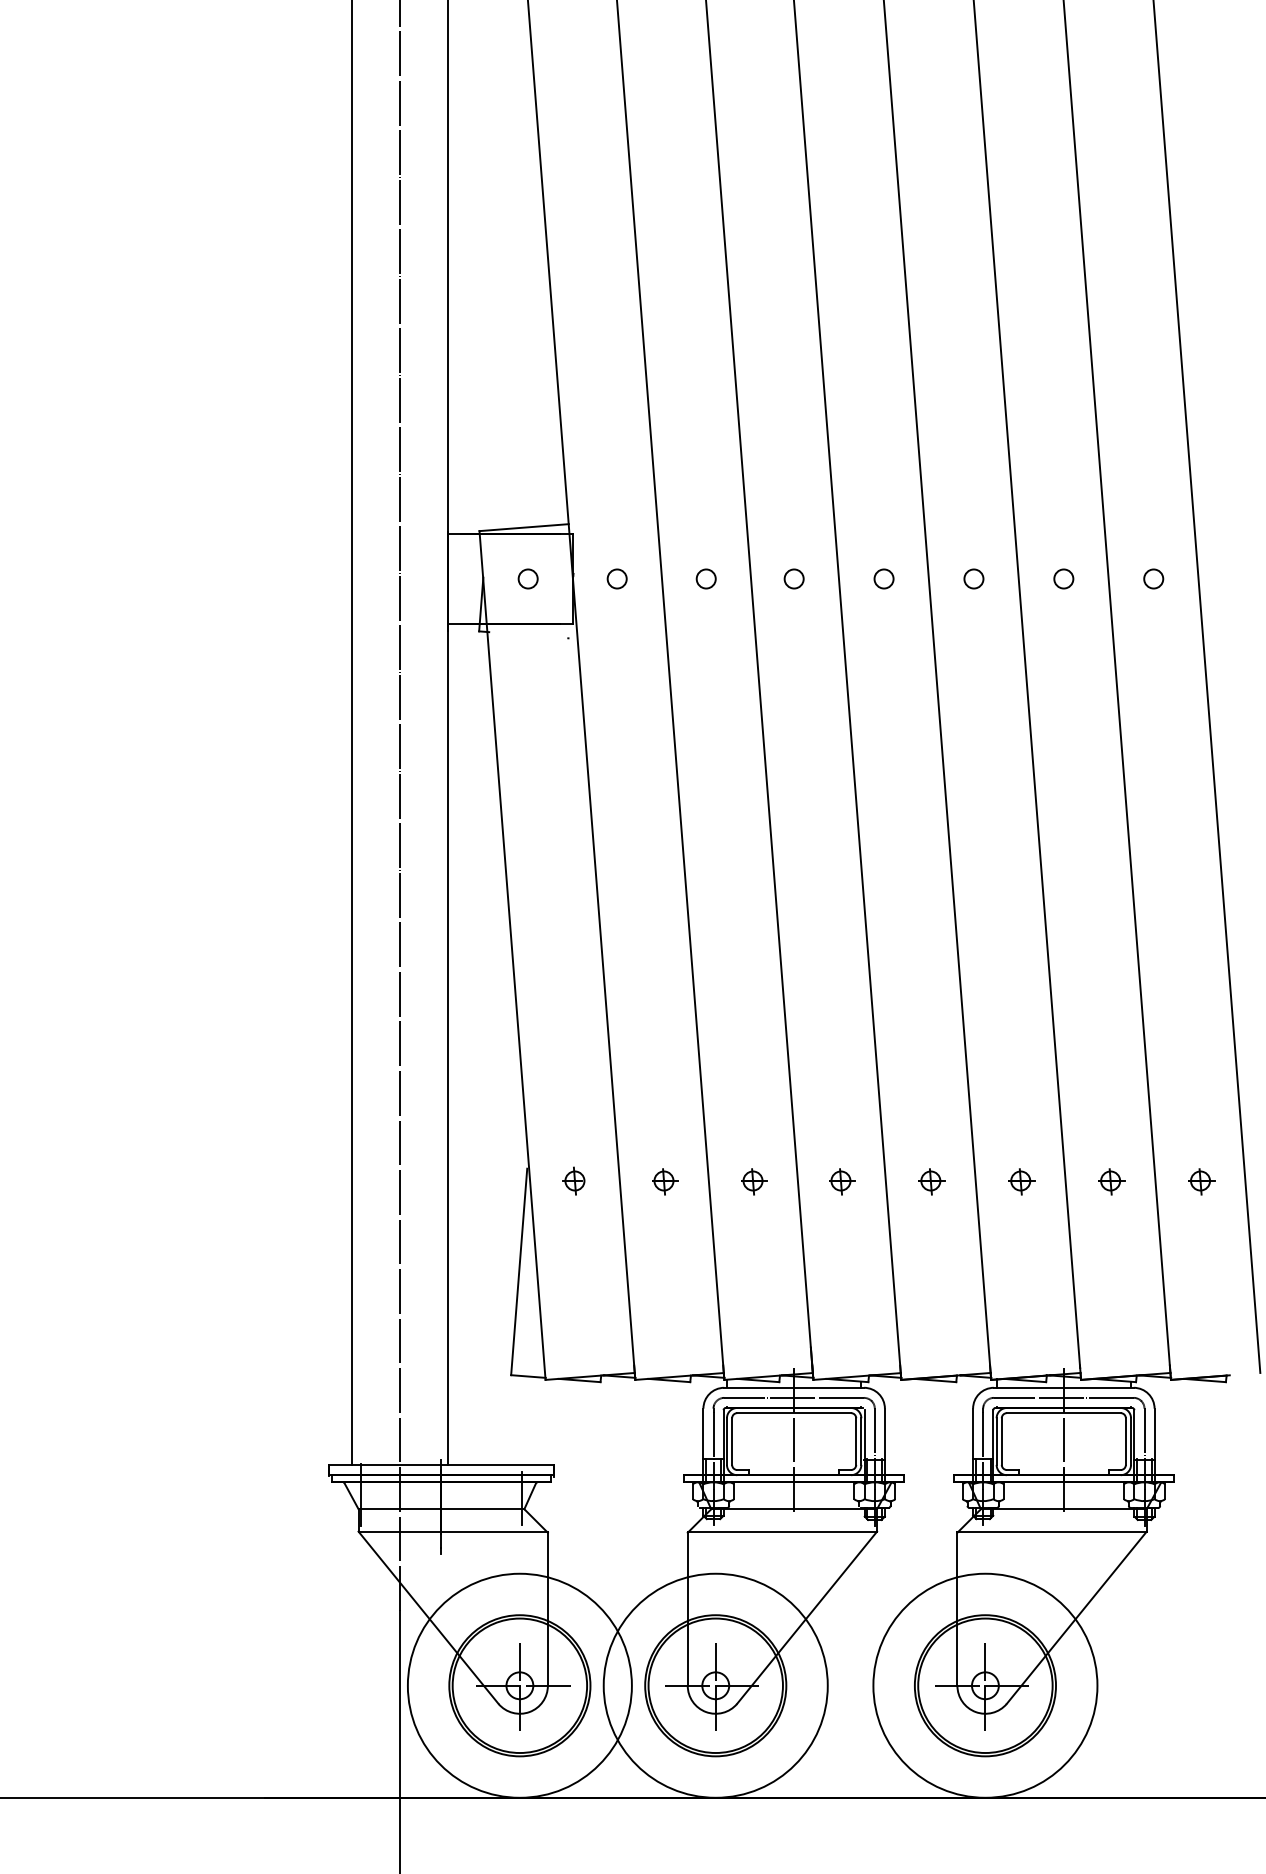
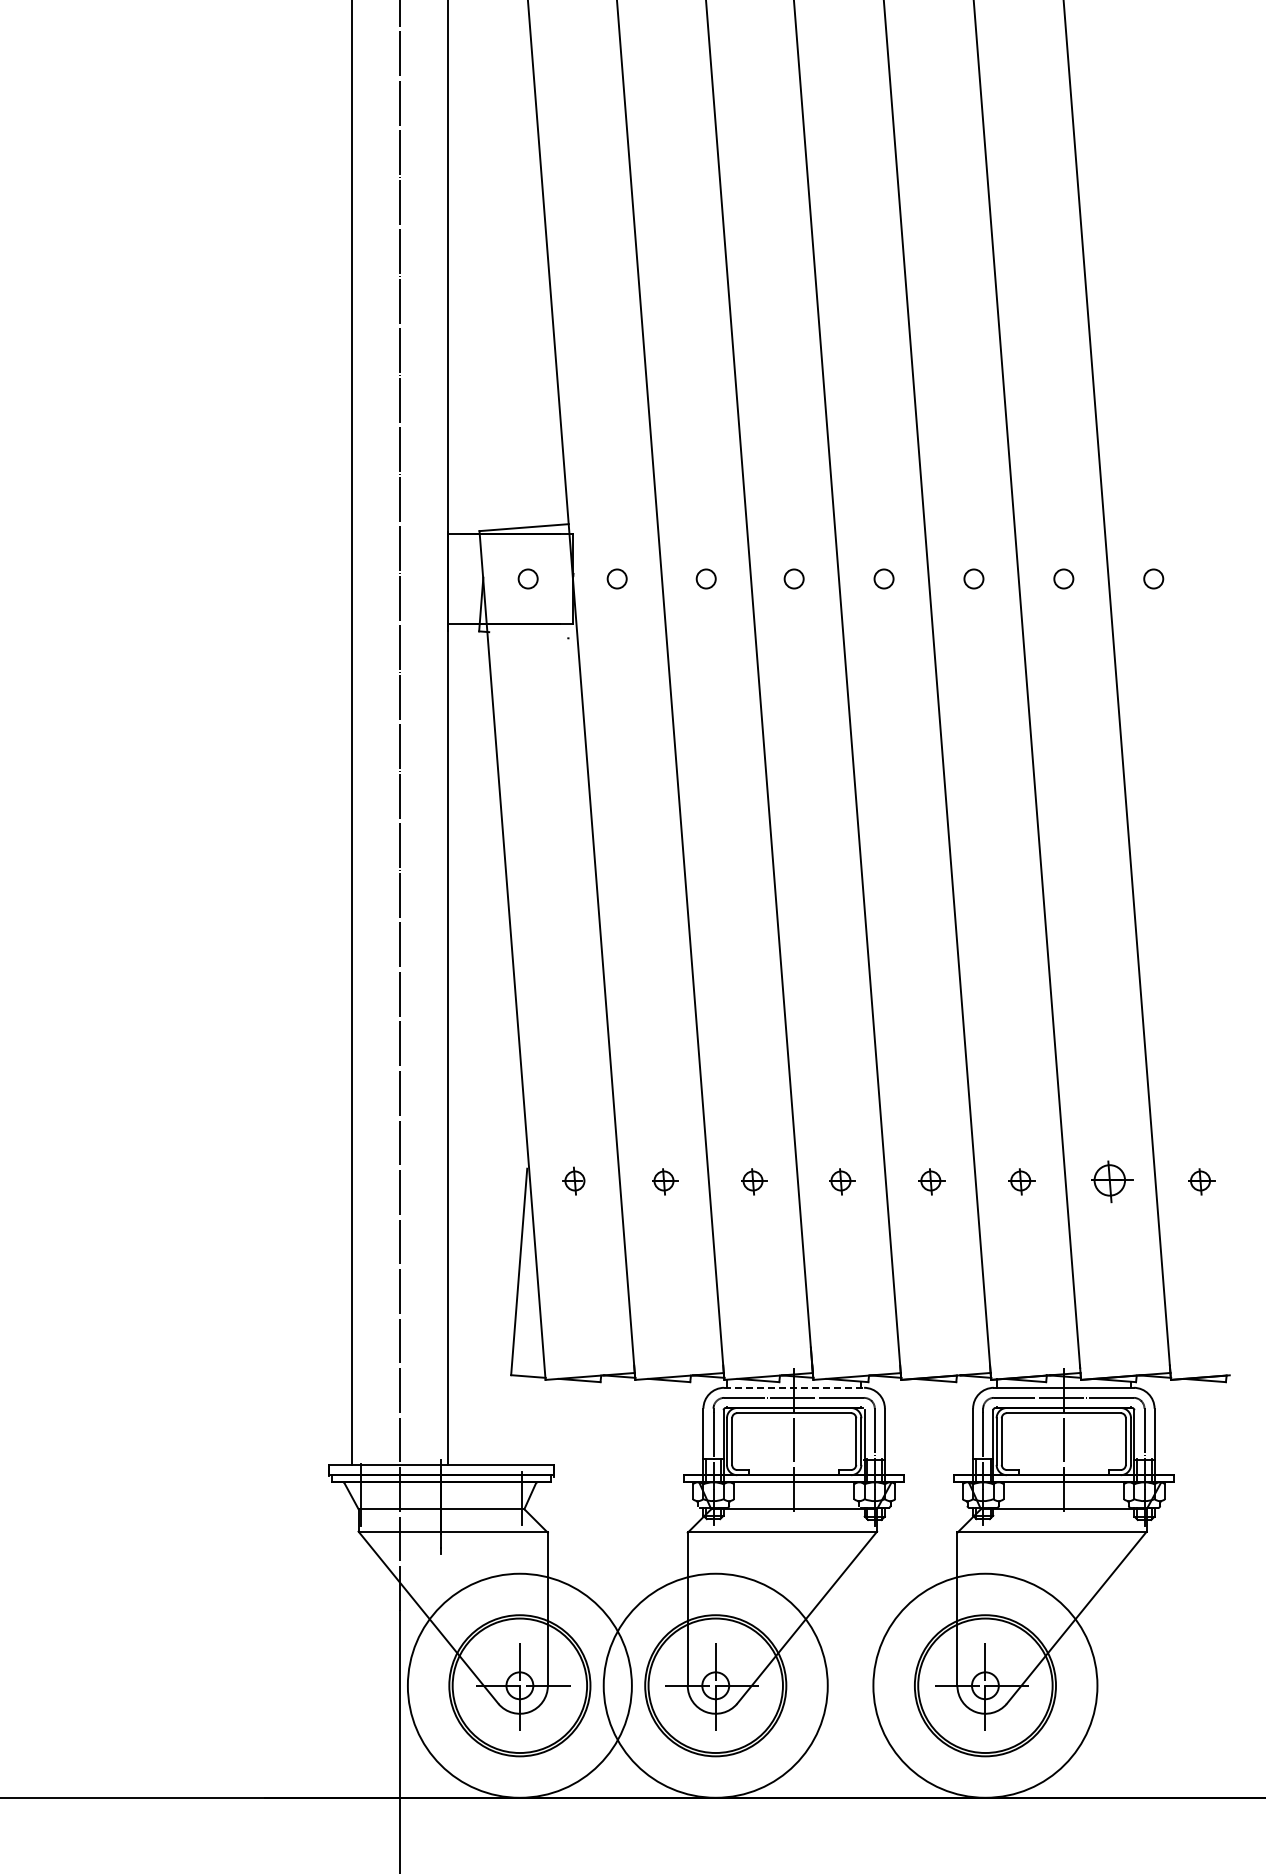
line at (1206, 687): present -> none
part at (1111, 1181) size: 28x28 px -> 43x44 px
line at (794, 1387): solid -> dashed
